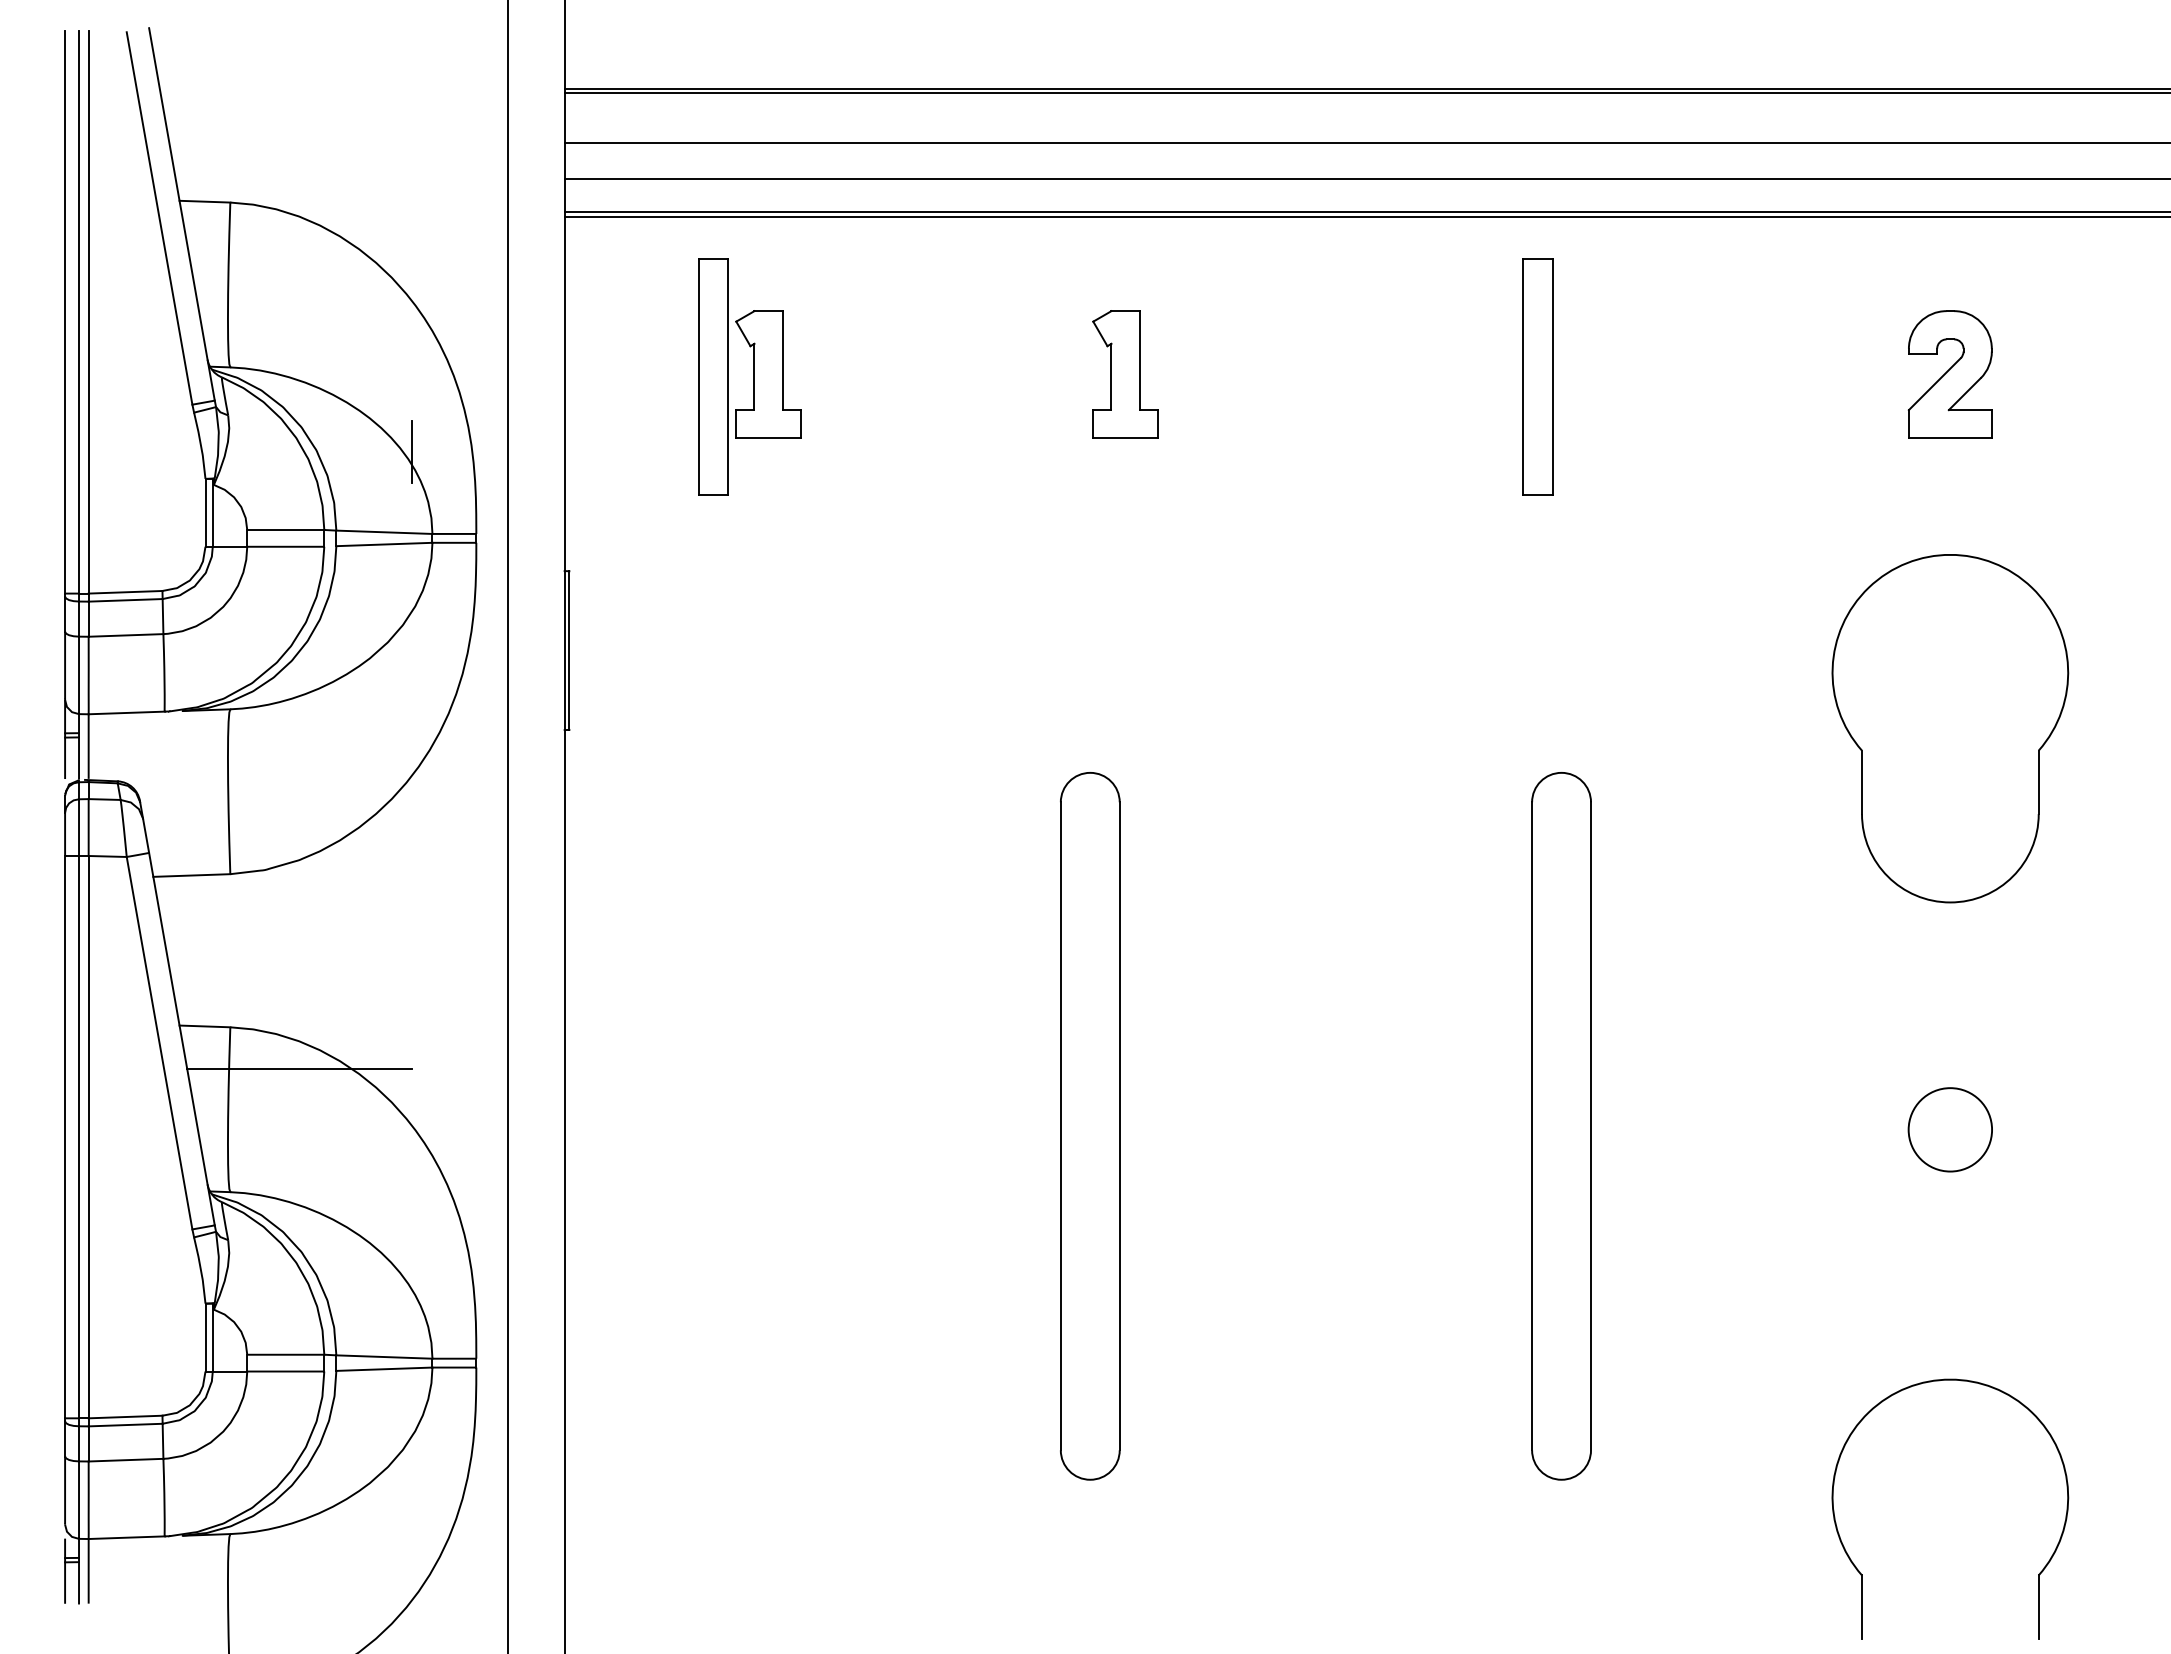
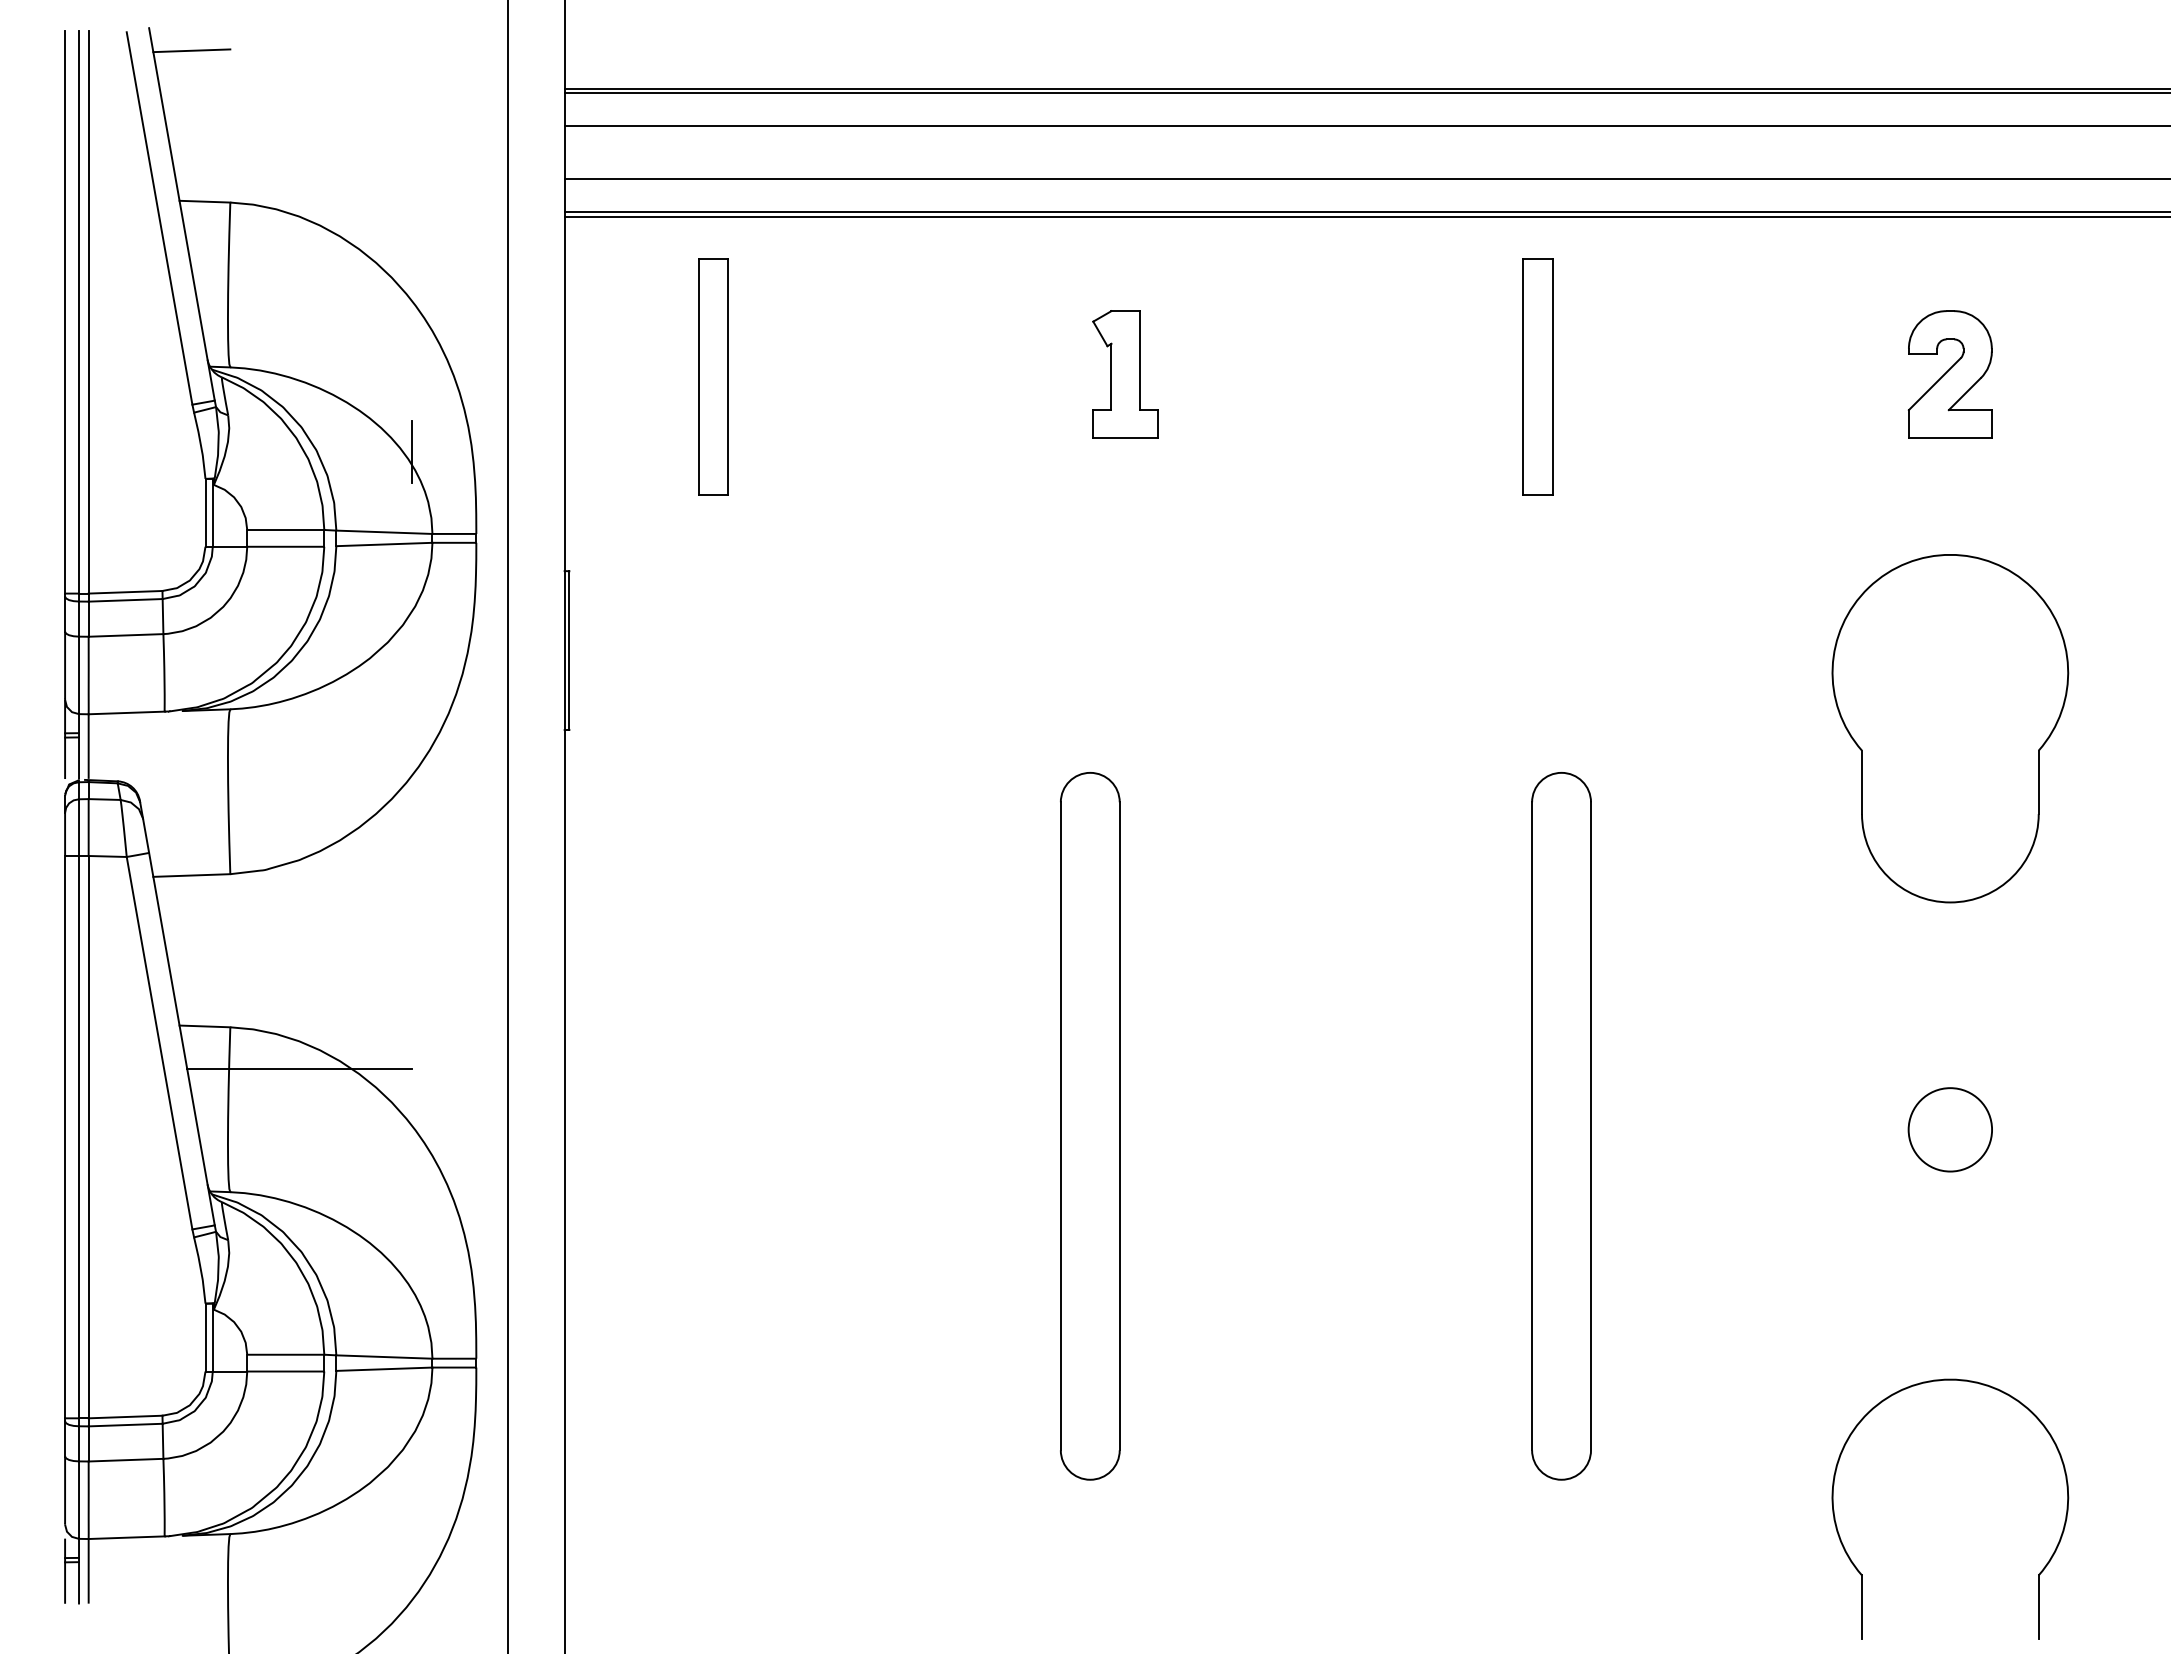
line at (191, 50): none -> present
line at (1365, 143) position: (1365, 143) -> (1365, 126)
part at (768, 374): present -> none
